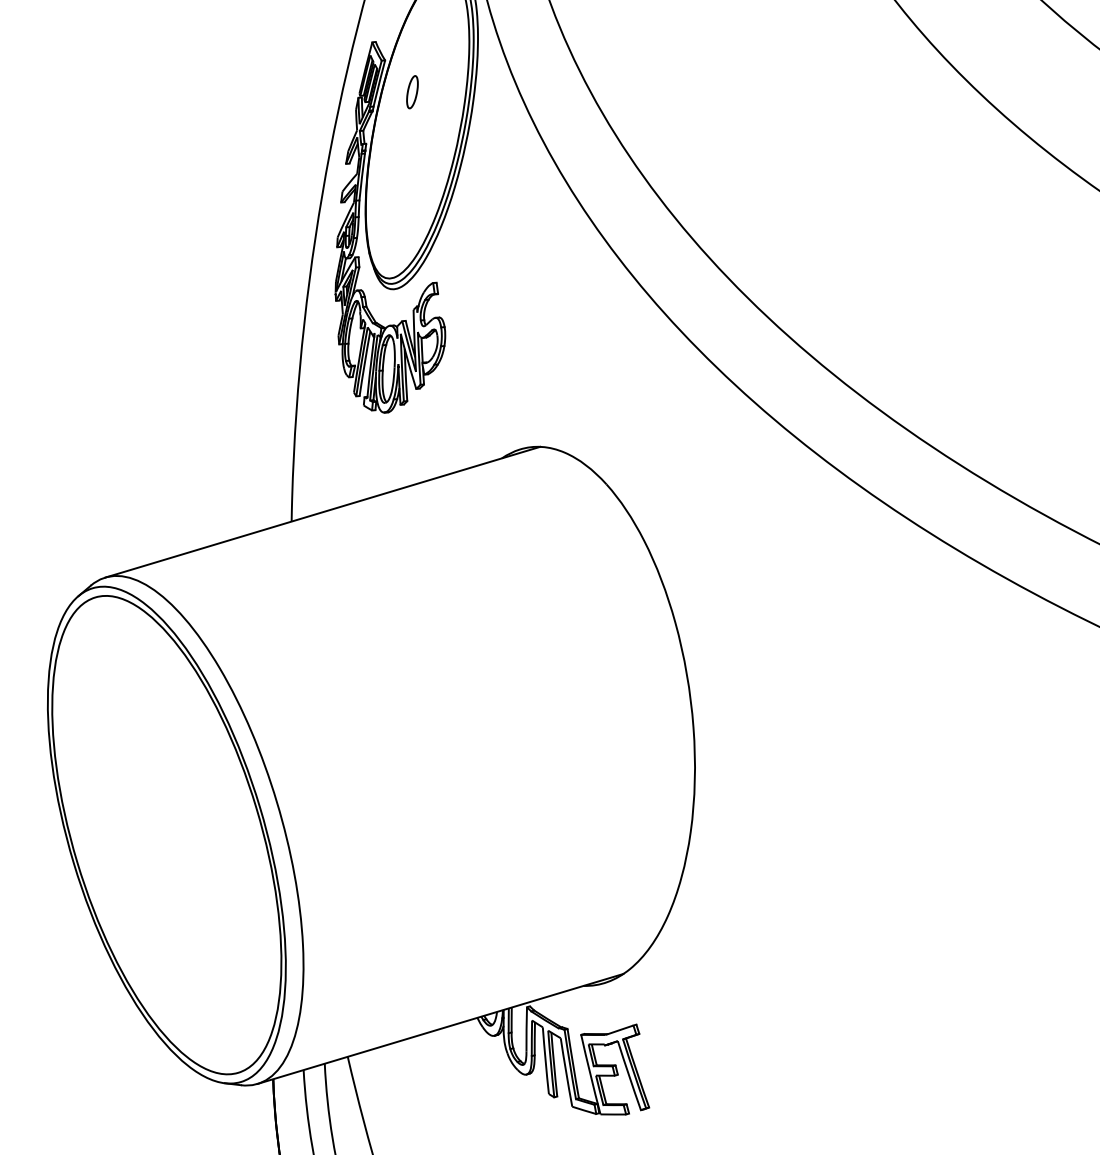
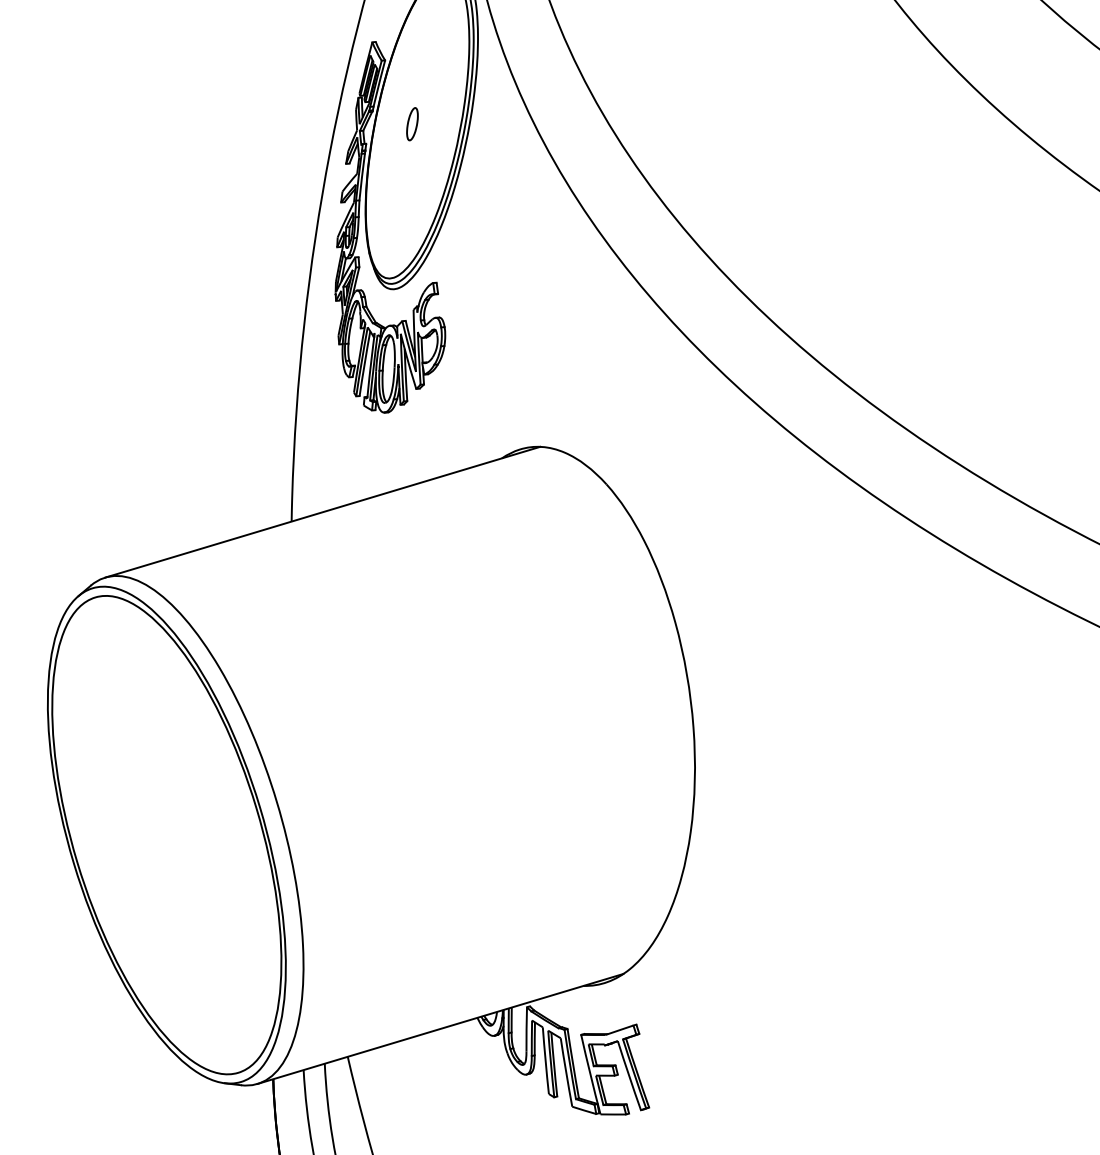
part at (412, 92) position: (412, 92) -> (412, 124)
